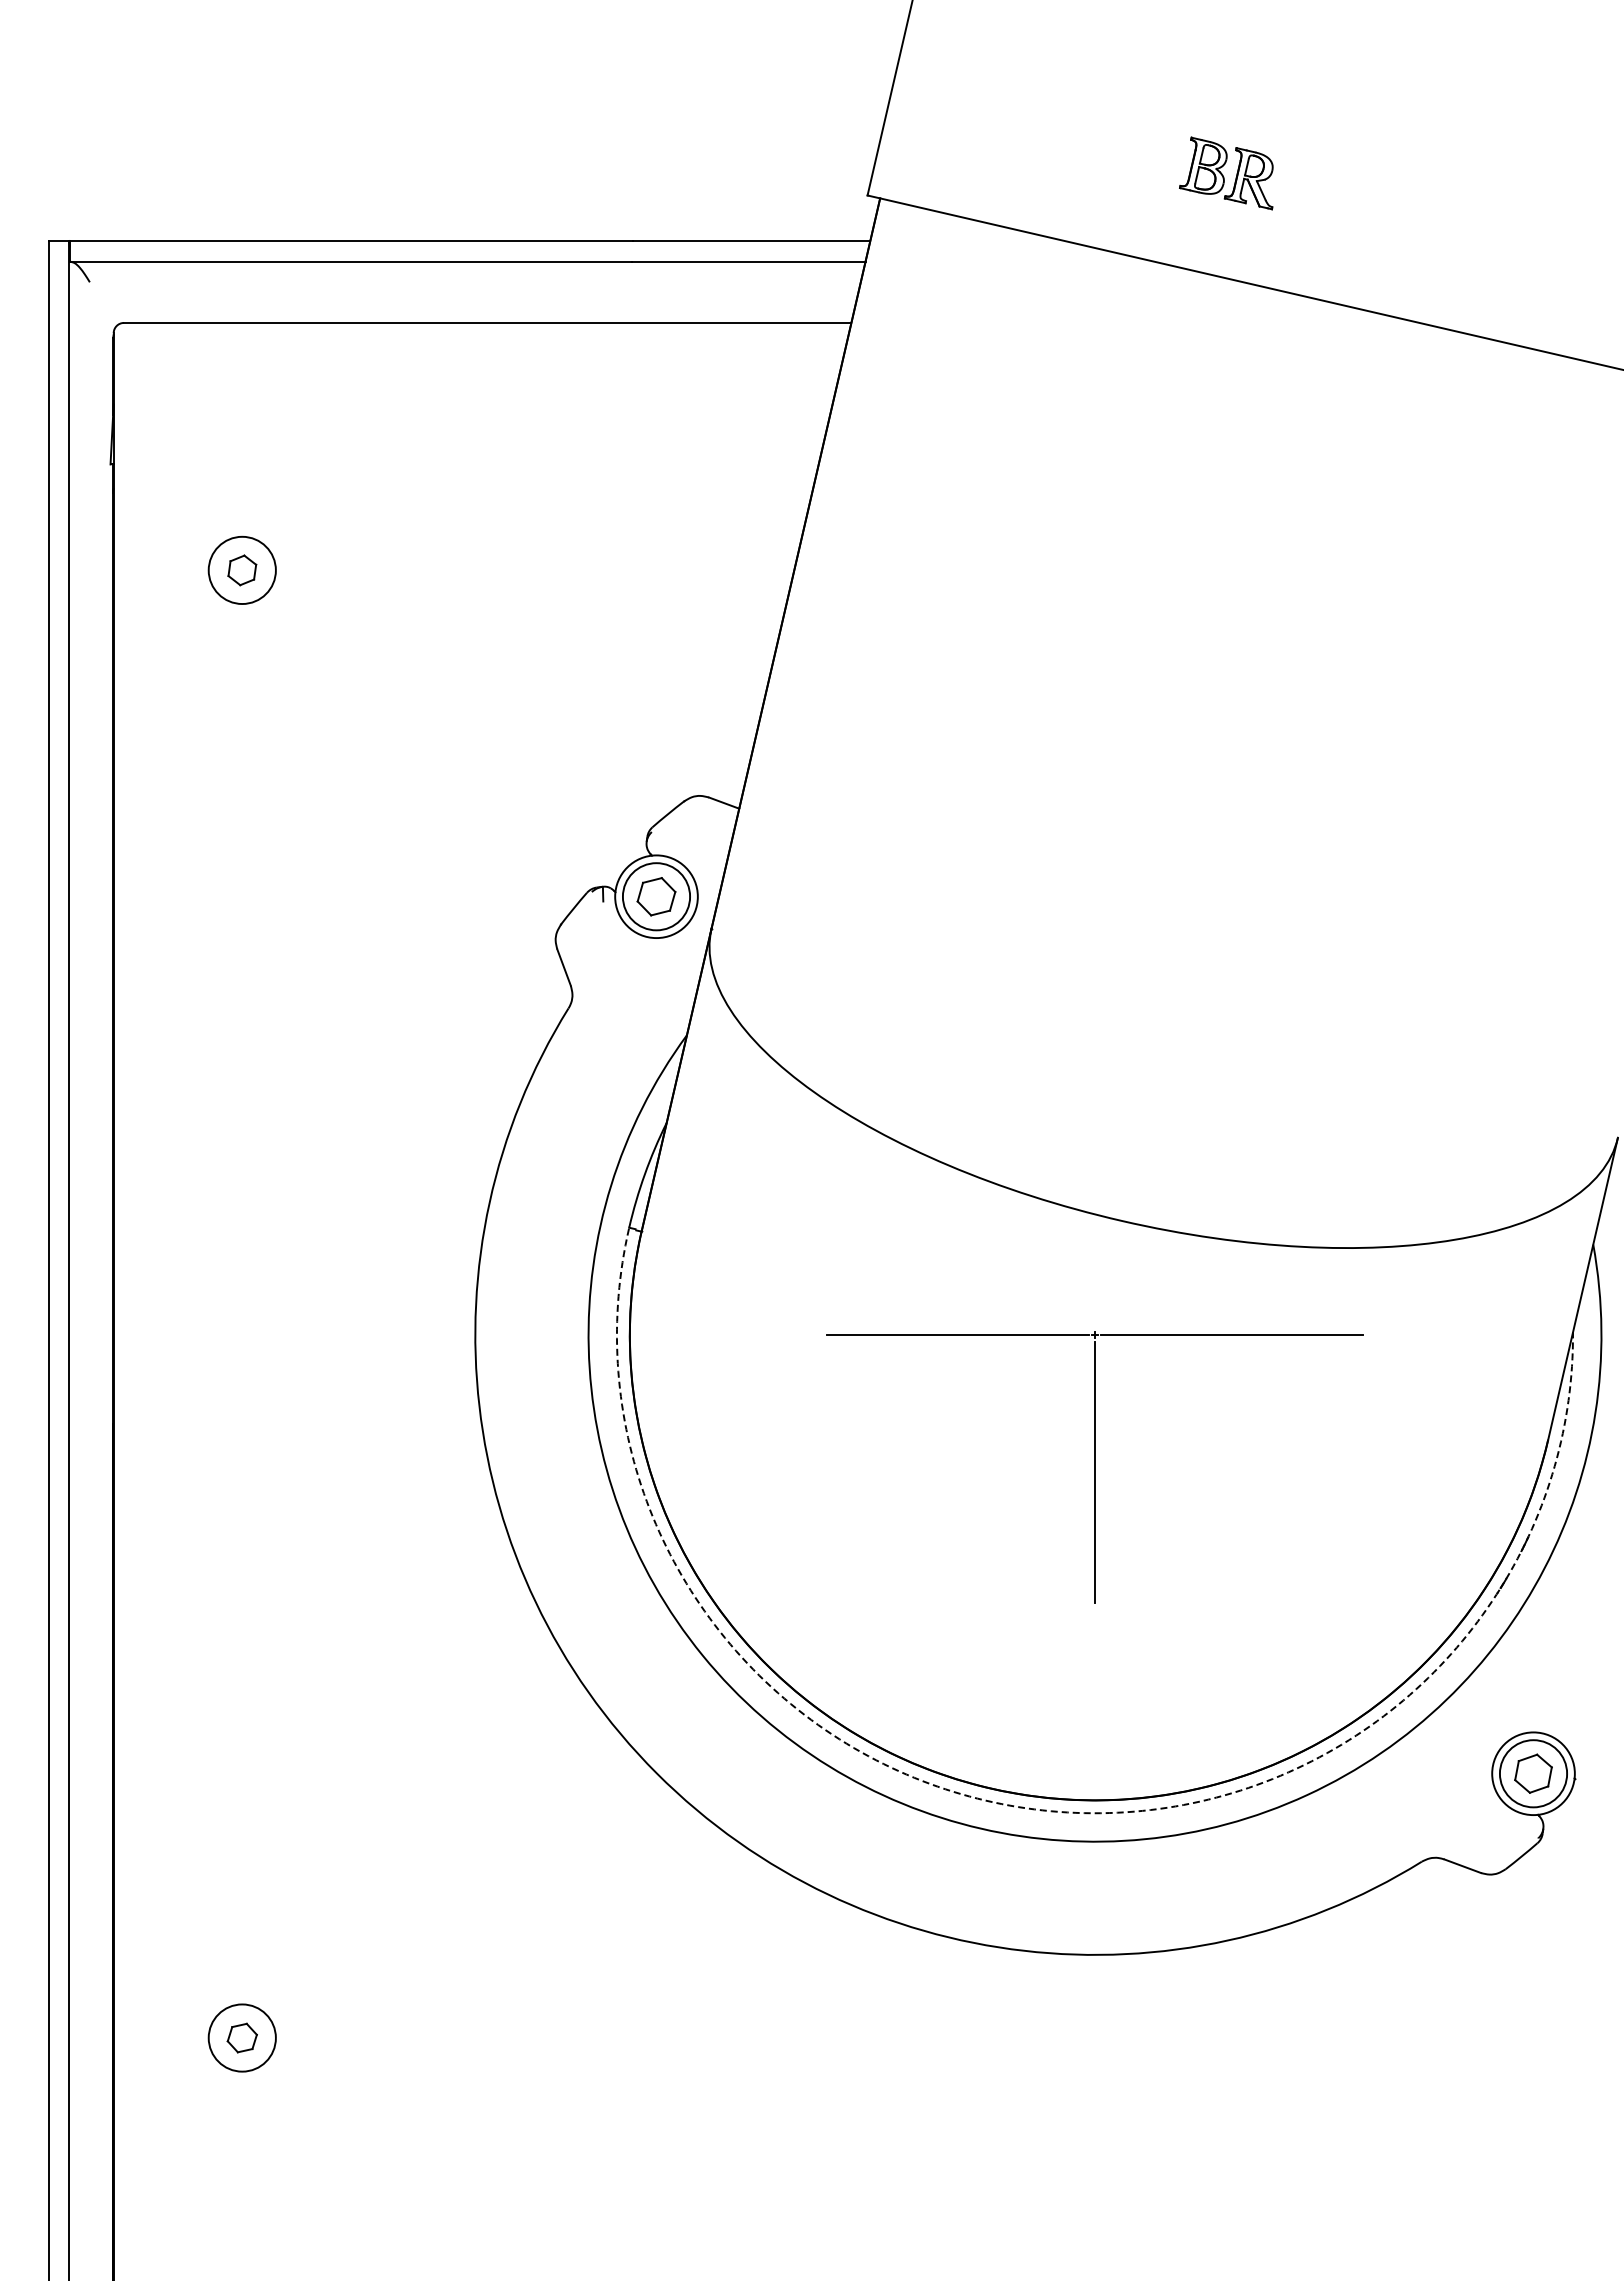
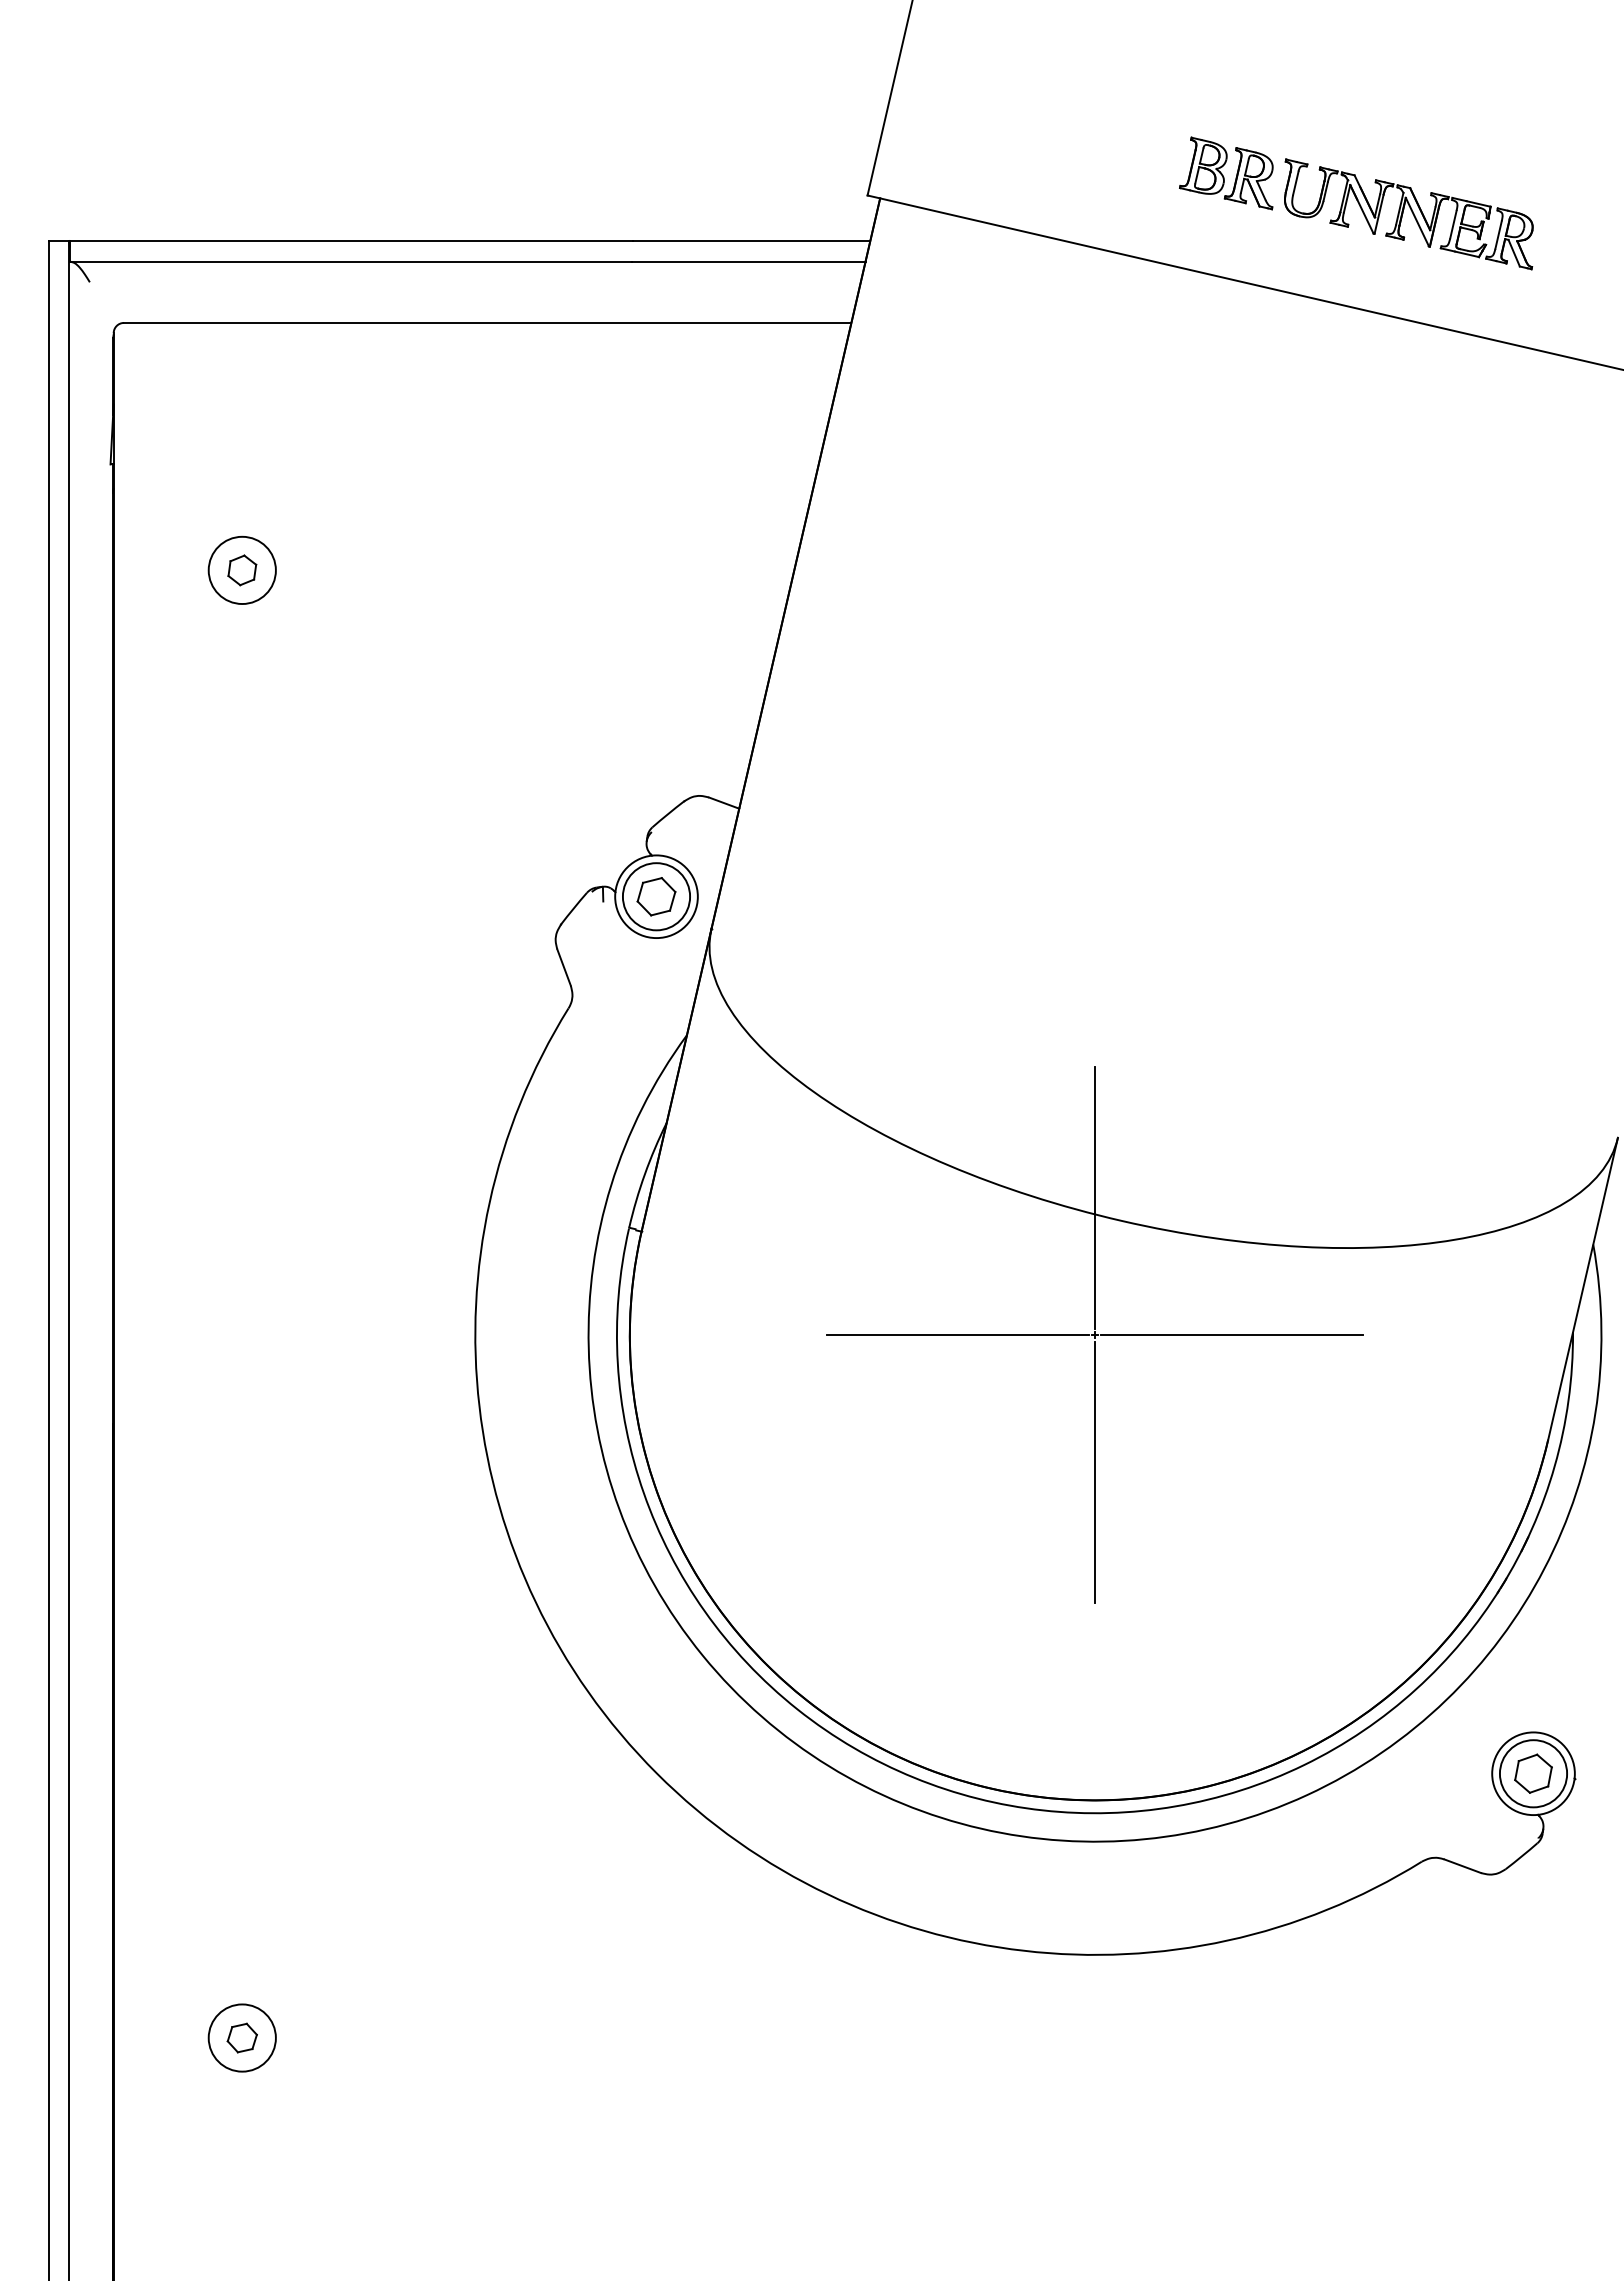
part at (1408, 214): none -> present
line at (1095, 1197): none -> present
arc at (1042, 1810): dashed -> solid
